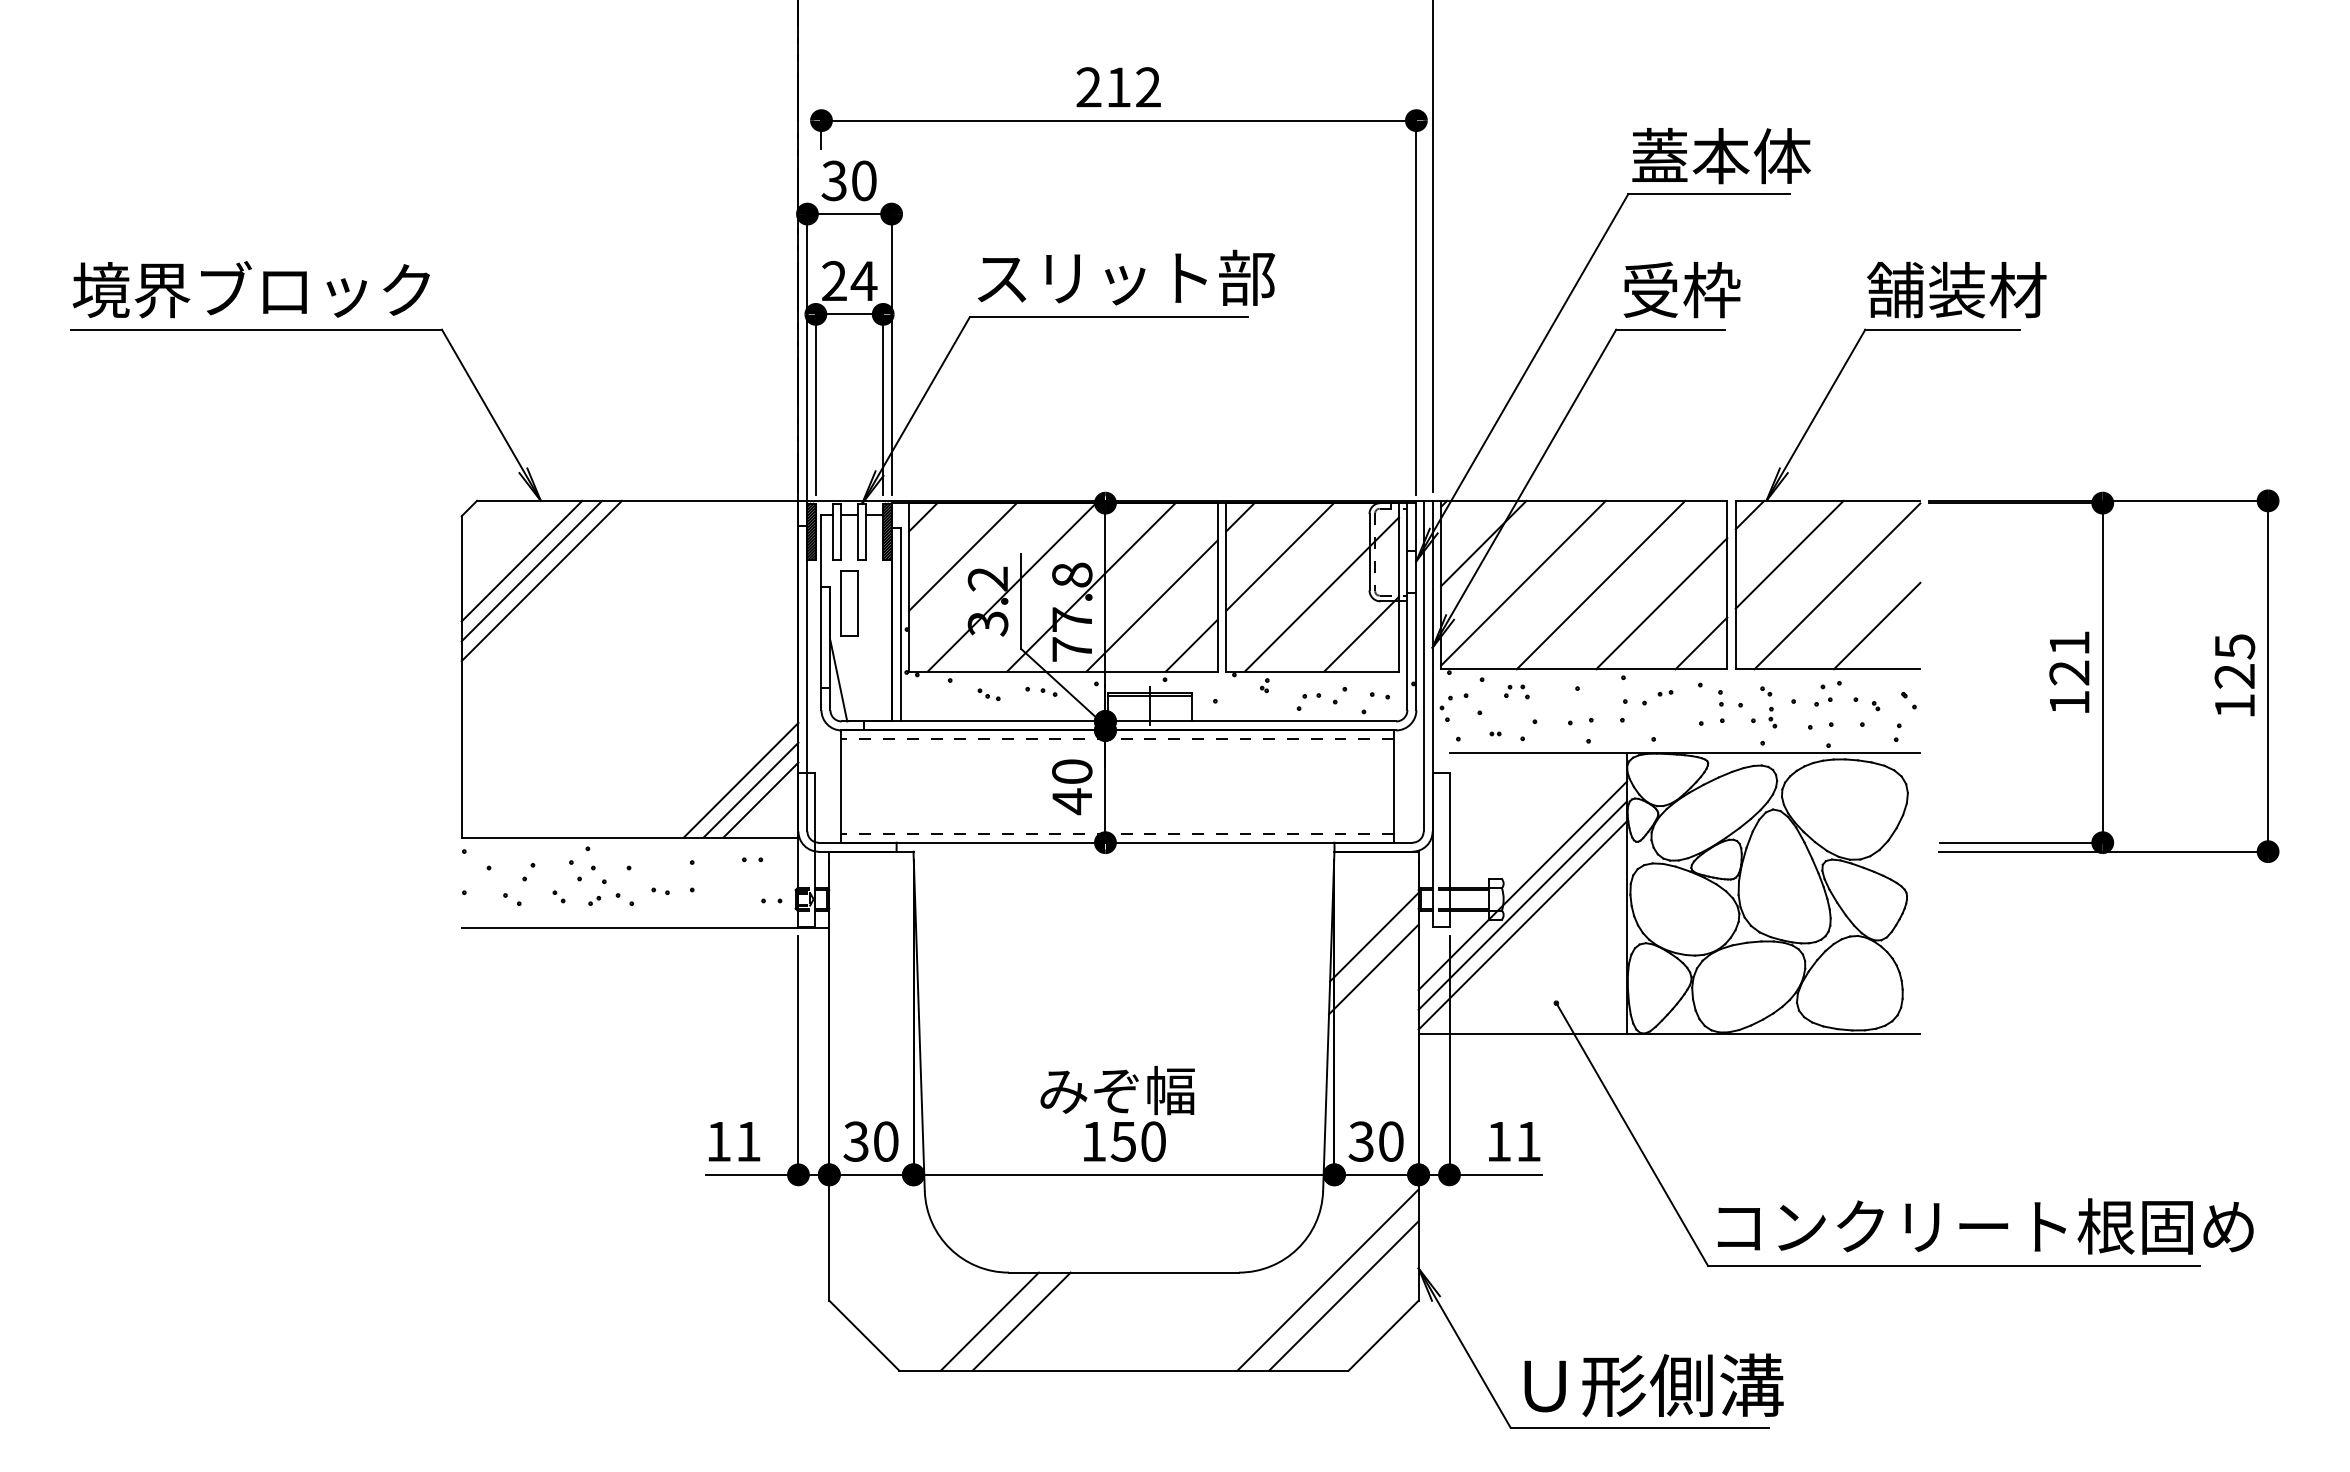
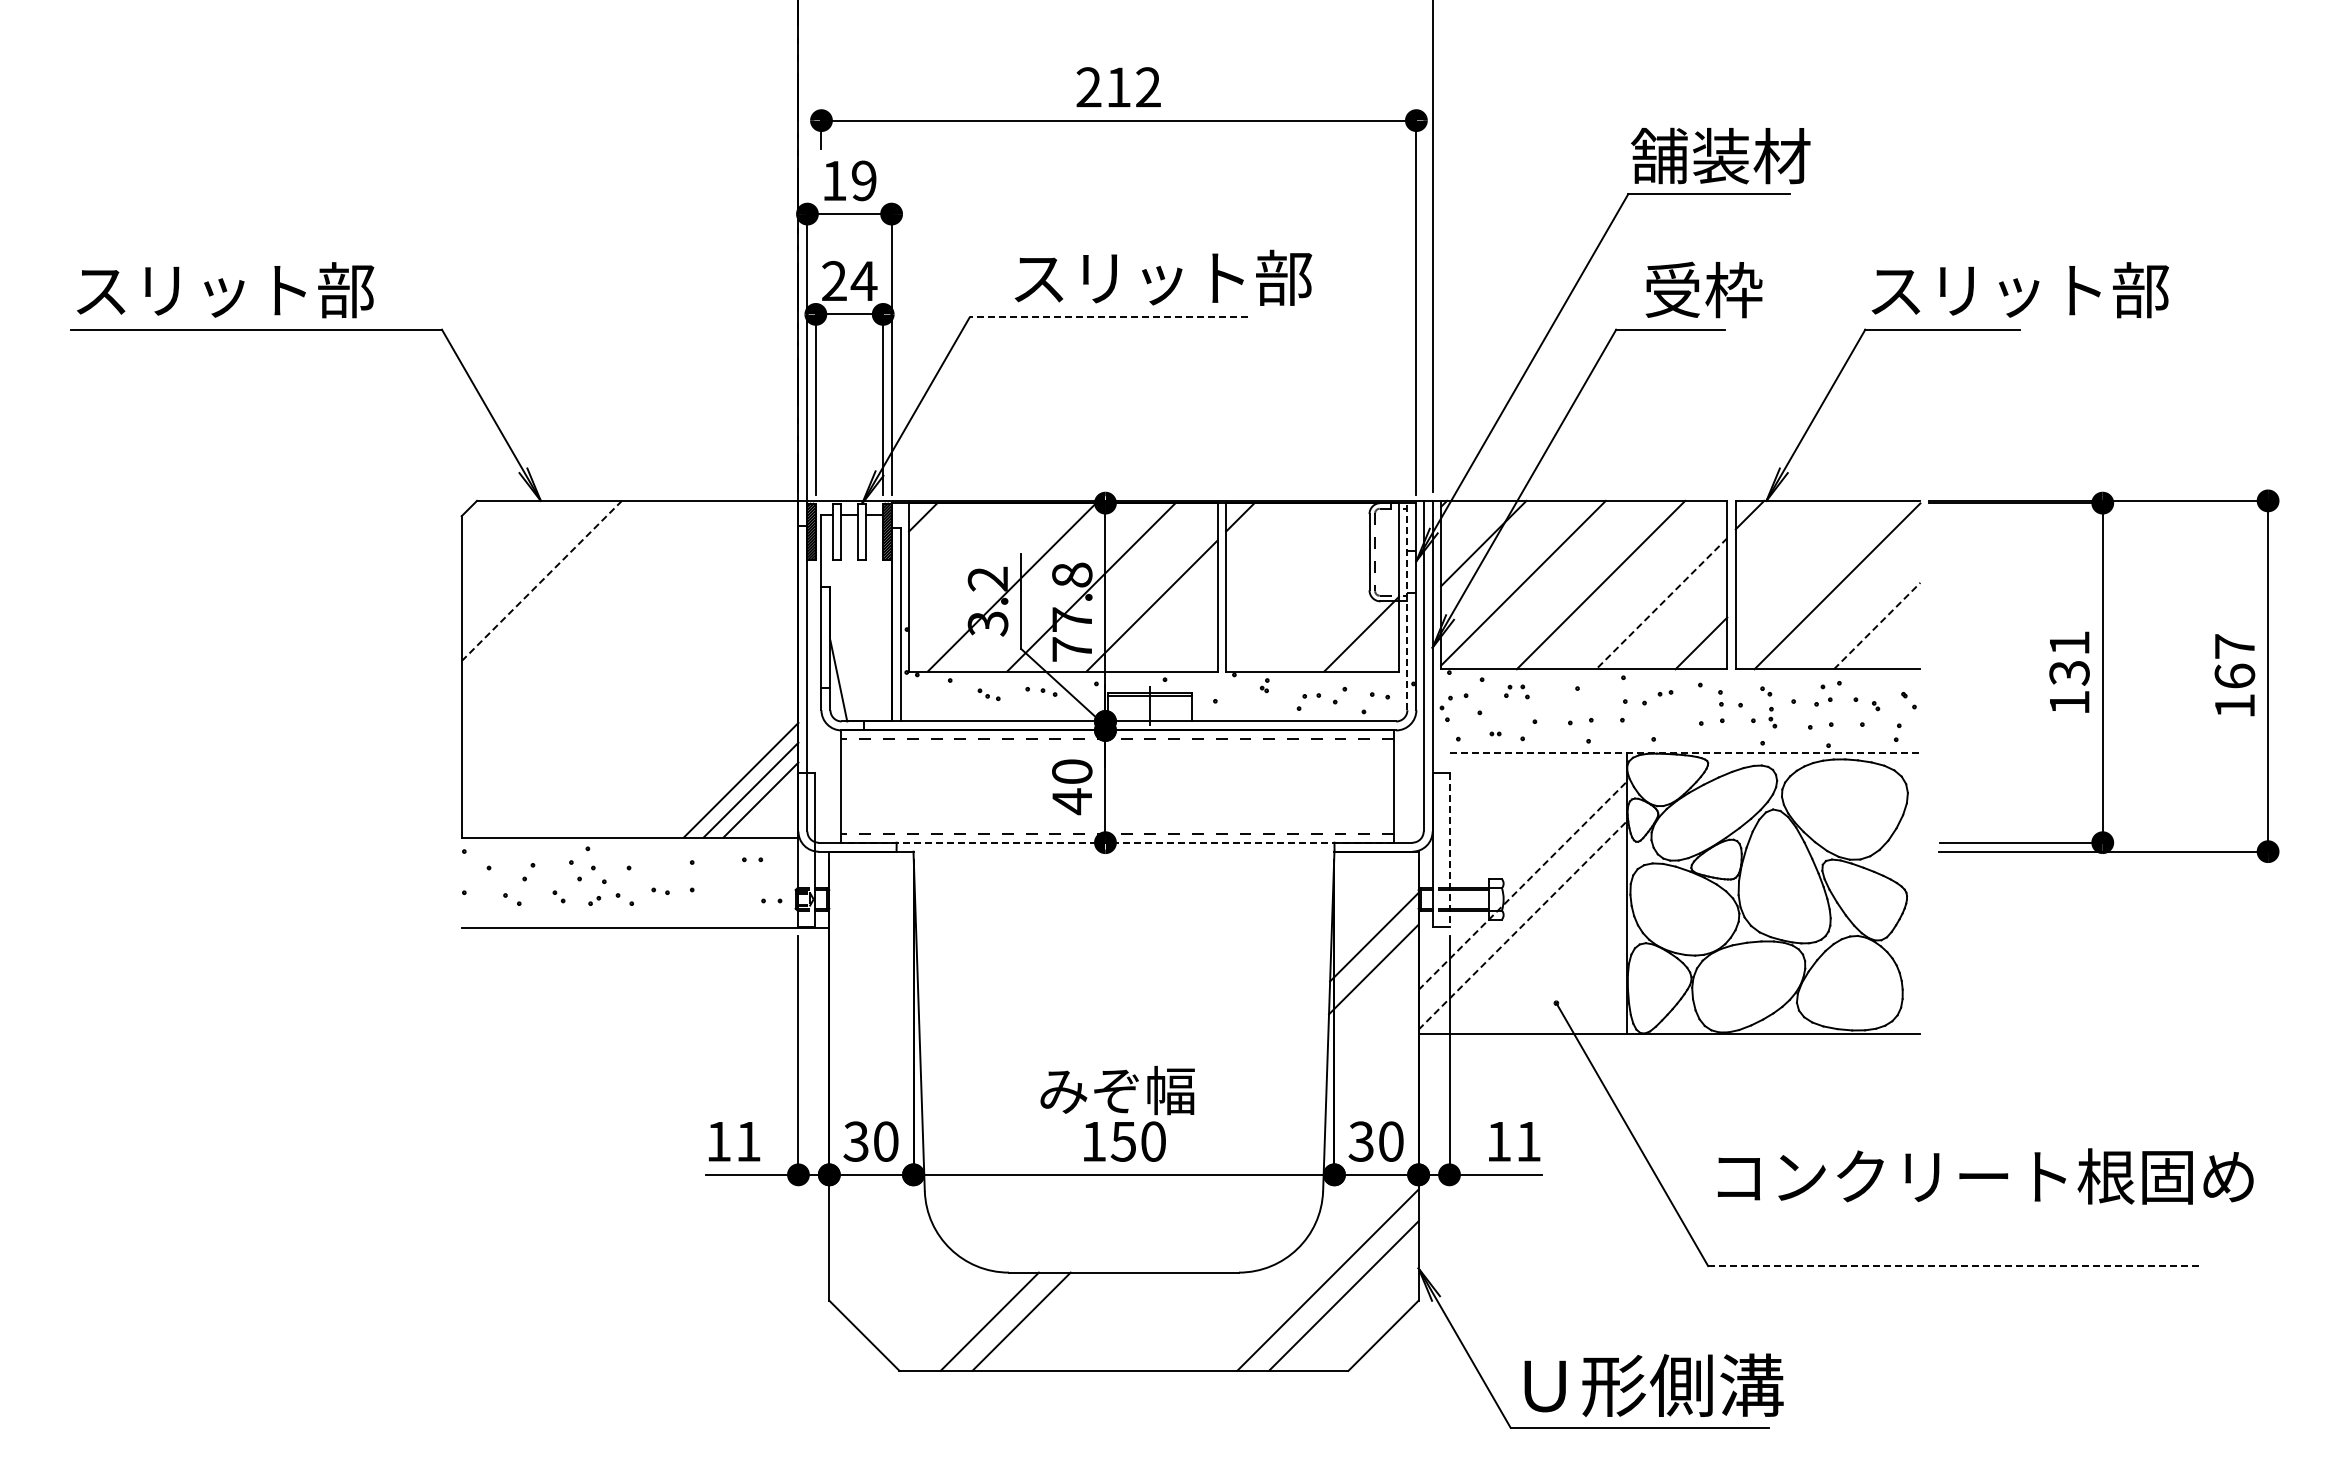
text at (1721, 155): 蓋本体 -> 舗装材
text at (848, 180): 30 -> 19
text at (1126, 277) position: (1126, 277) -> (1163, 277)
text at (250, 289): 境界ブロック -> スリット部
text at (1681, 289) position: (1681, 289) -> (1703, 289)
text at (2018, 289): 舗装材 -> スリット部
line at (1108, 317): solid -> dashed
line at (1789, 554): present -> none
line at (962, 556): present -> none
line at (1279, 556): present -> none
line at (521, 560): present -> none
line at (531, 570): present -> none
line at (542, 580): solid -> dashed
line at (1321, 594): present -> none
part at (849, 603): present -> none
line at (1661, 603): solid -> dashed
line at (1407, 606): solid -> dashed
line at (1877, 625): solid -> dashed
line at (1191, 645): present -> none
text at (2234, 661): 125 -> 167
text at (2069, 672): 121 -> 131
line at (1685, 753): solid -> dashed
line at (1117, 842): solid -> dashed
line at (1449, 850): solid -> dashed
line at (1523, 885): solid -> dashed
line at (1522, 905): present -> none
line at (1523, 925): solid -> dashed
text at (1985, 1226) position: (1985, 1226) -> (1985, 1176)
line at (1953, 1266): solid -> dashed
